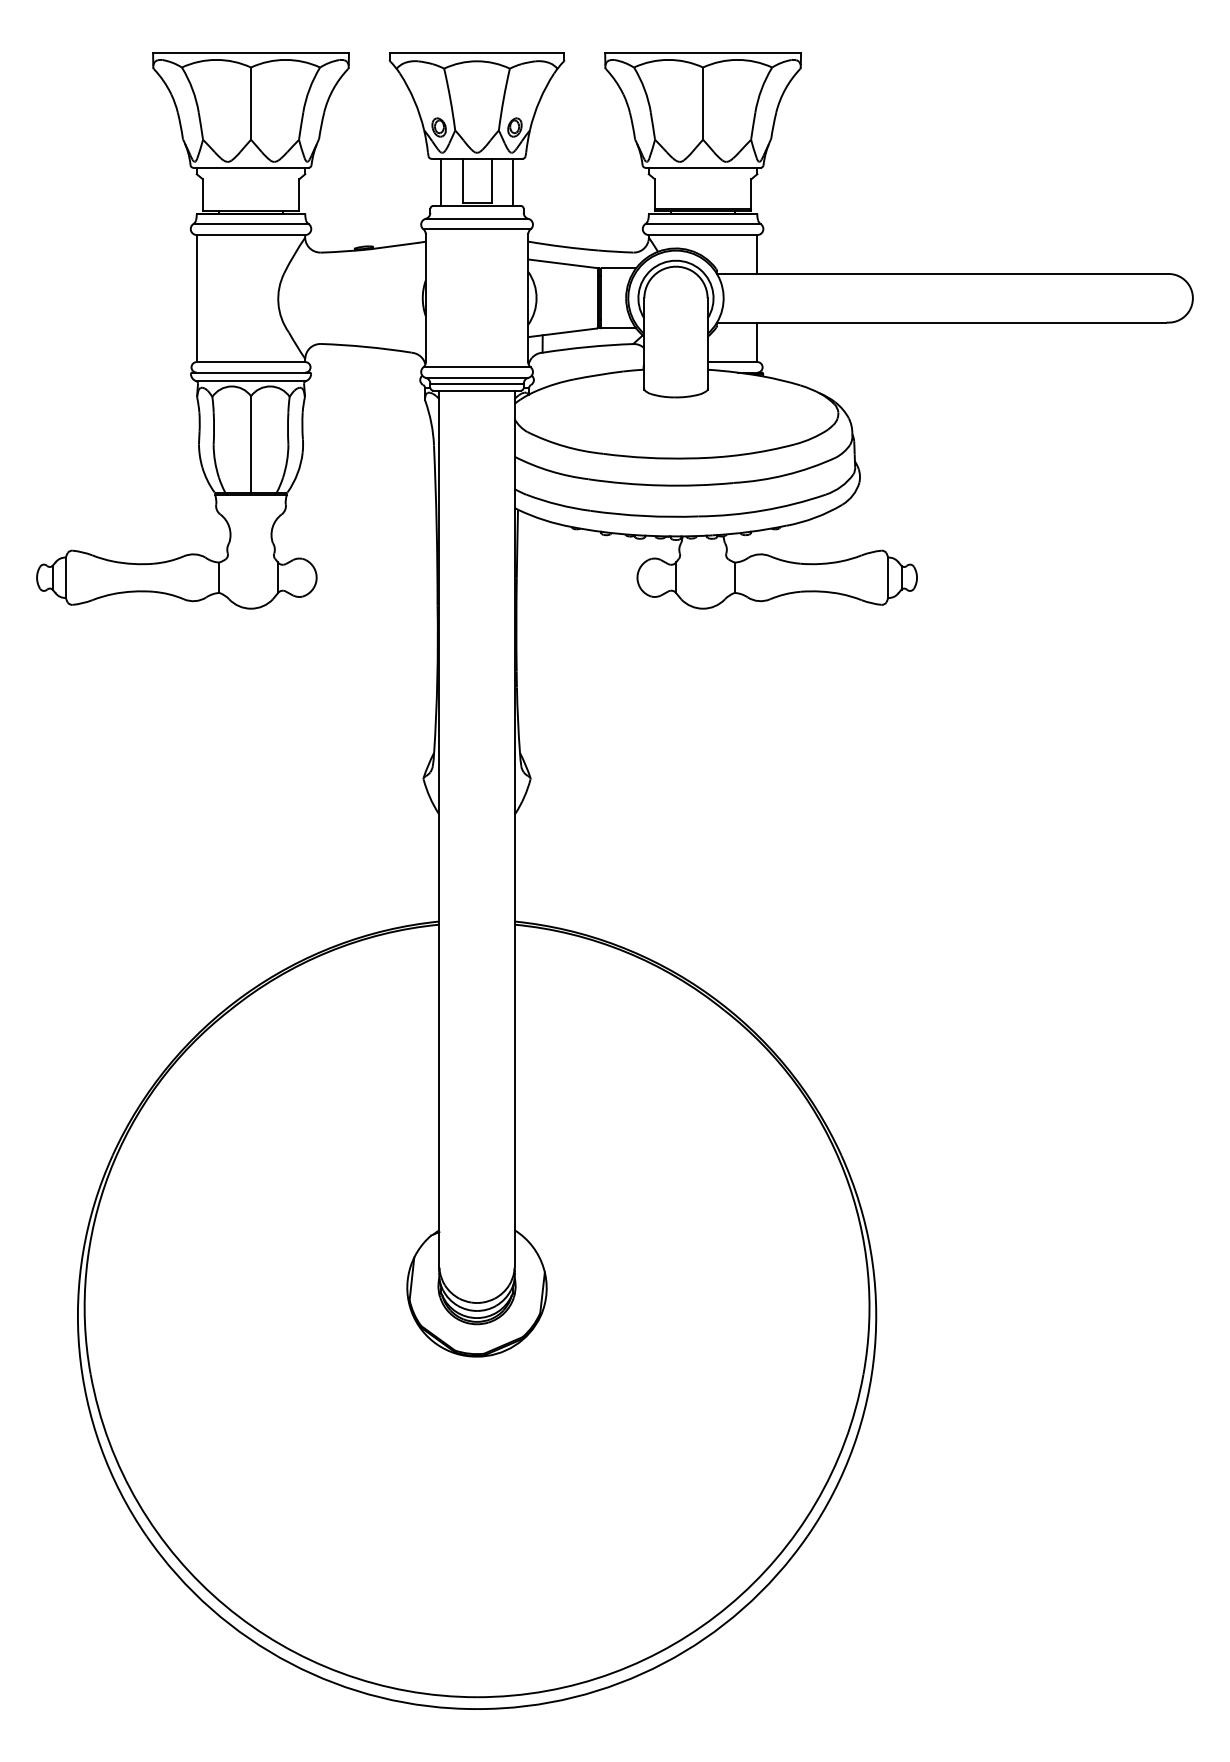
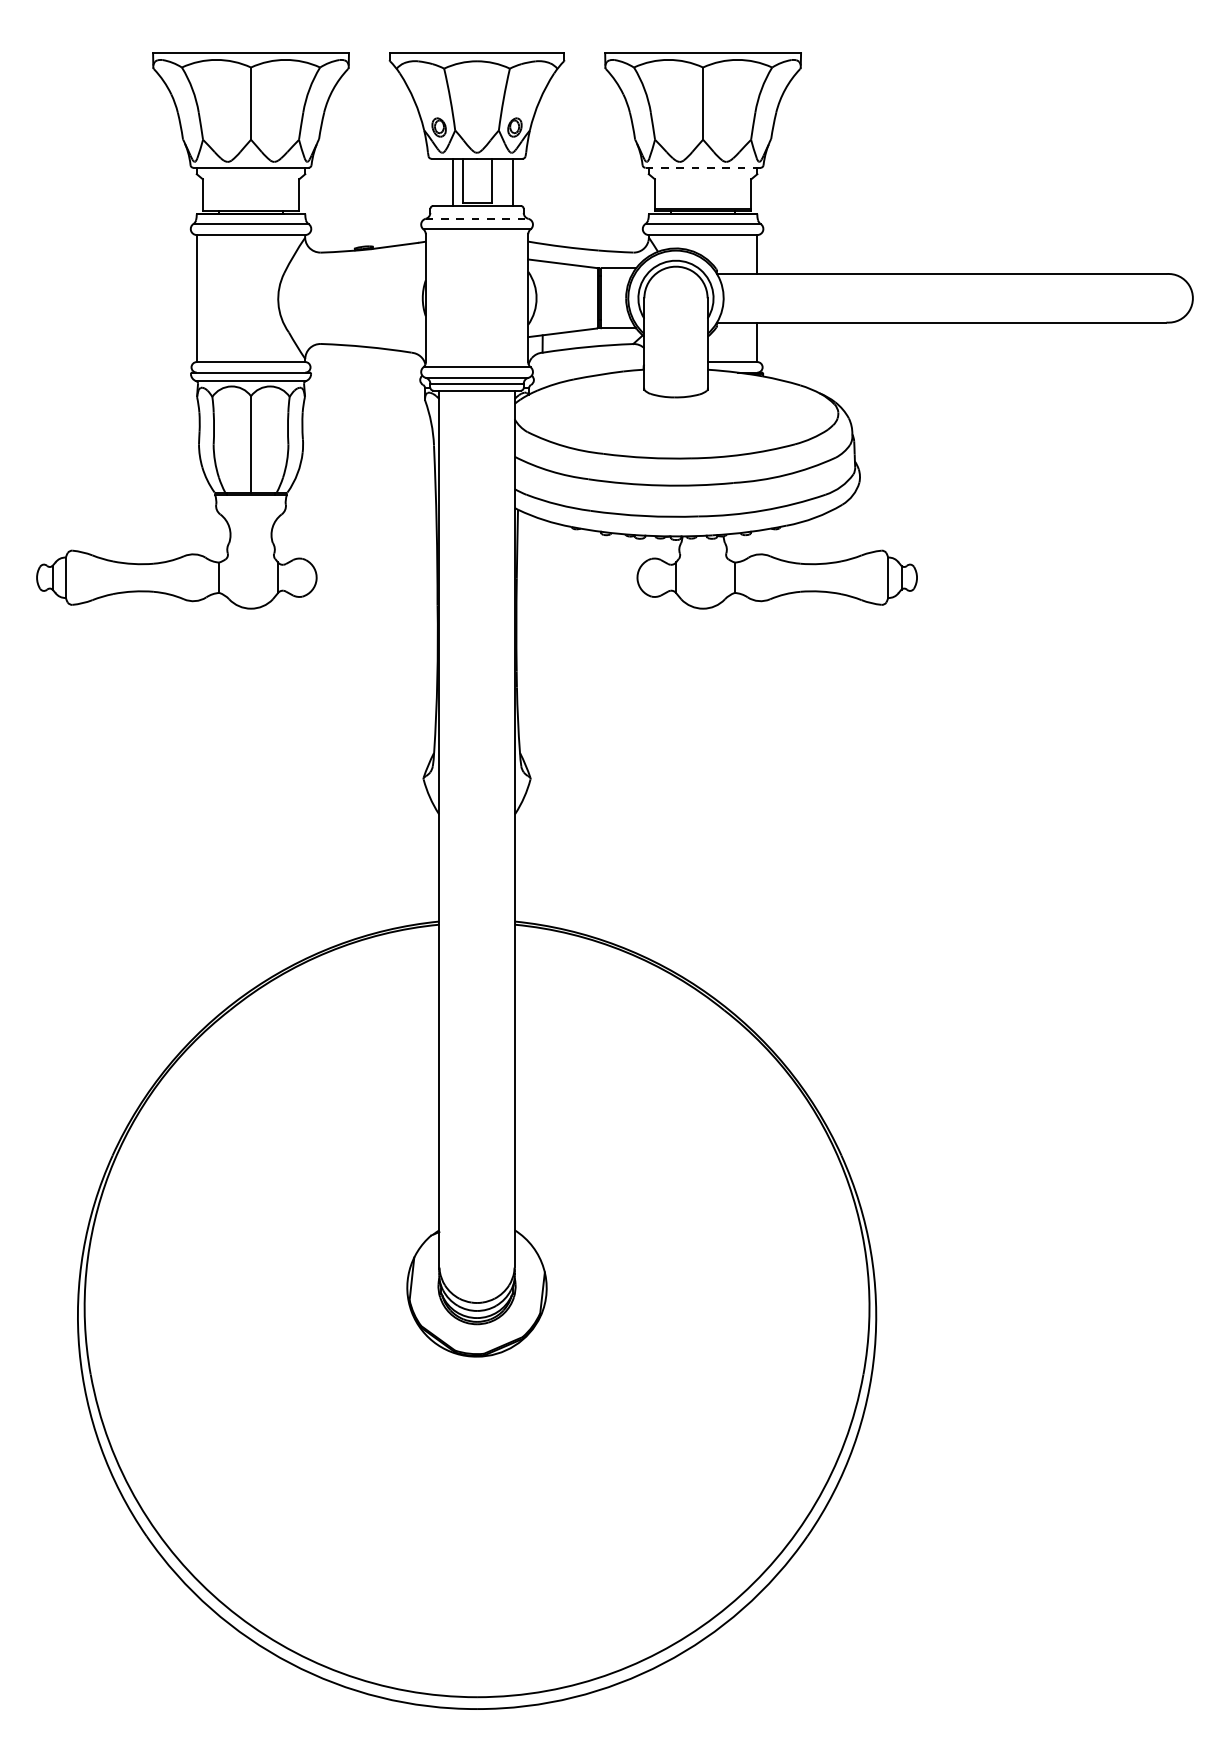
line at (702, 167): solid -> dashed
line at (440, 181) position: (440, 181) -> (452, 181)
line at (477, 218): solid -> dashed
